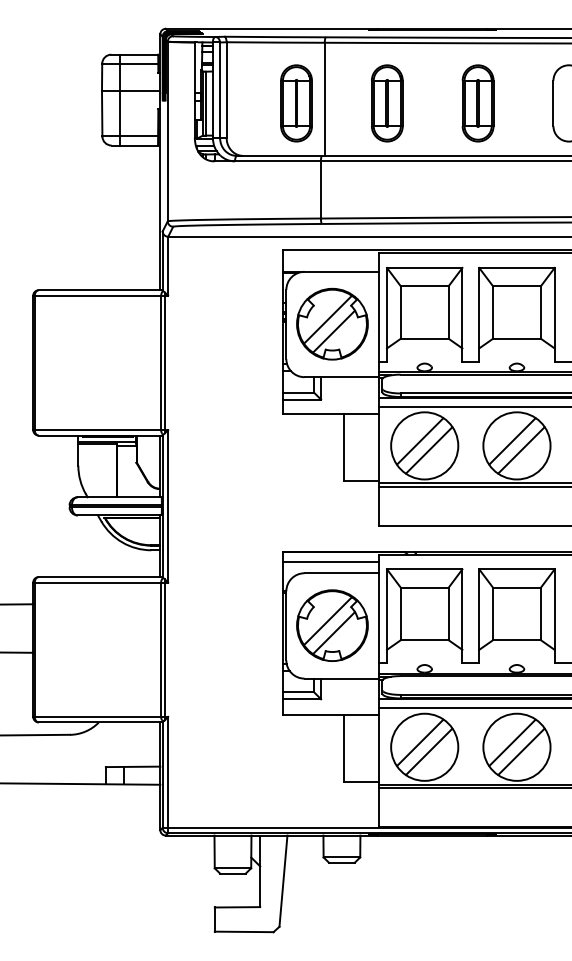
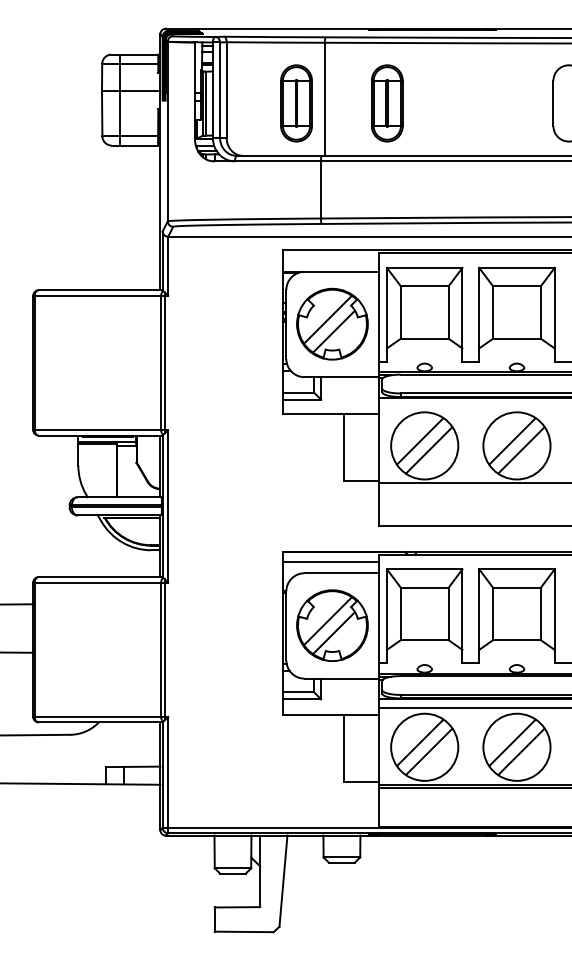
part at (477, 103): present -> none
line at (473, 406): present -> none
line at (473, 486): present -> none
